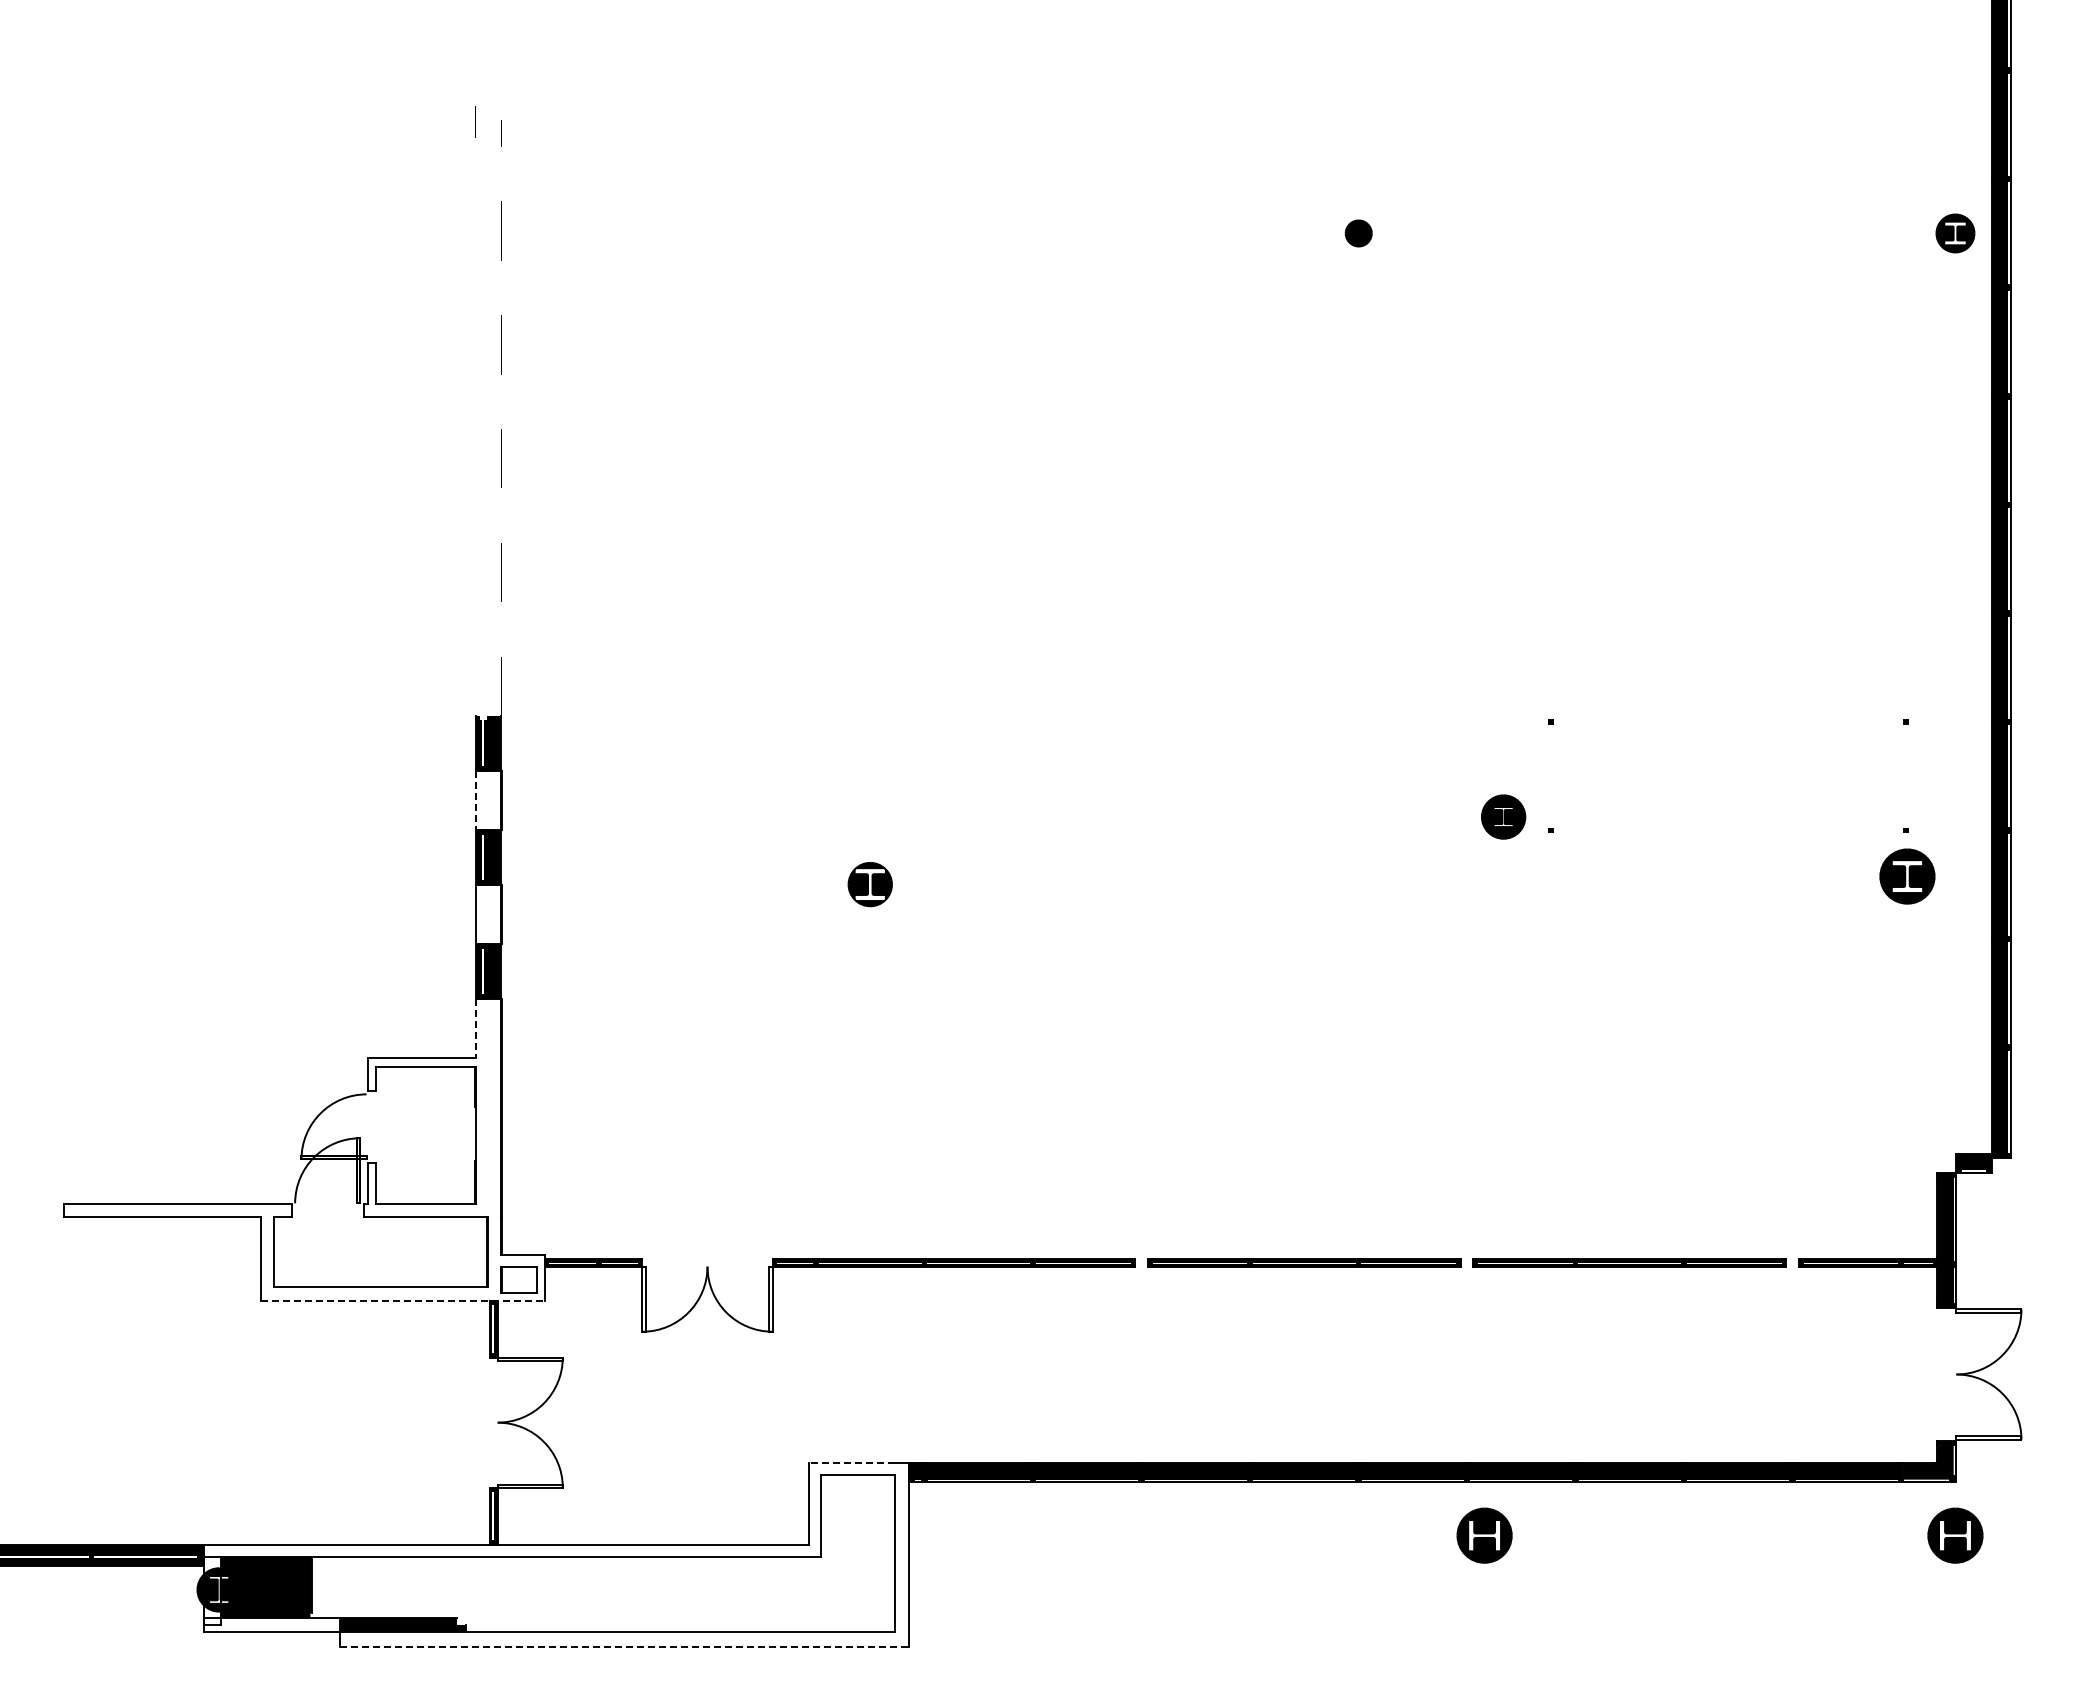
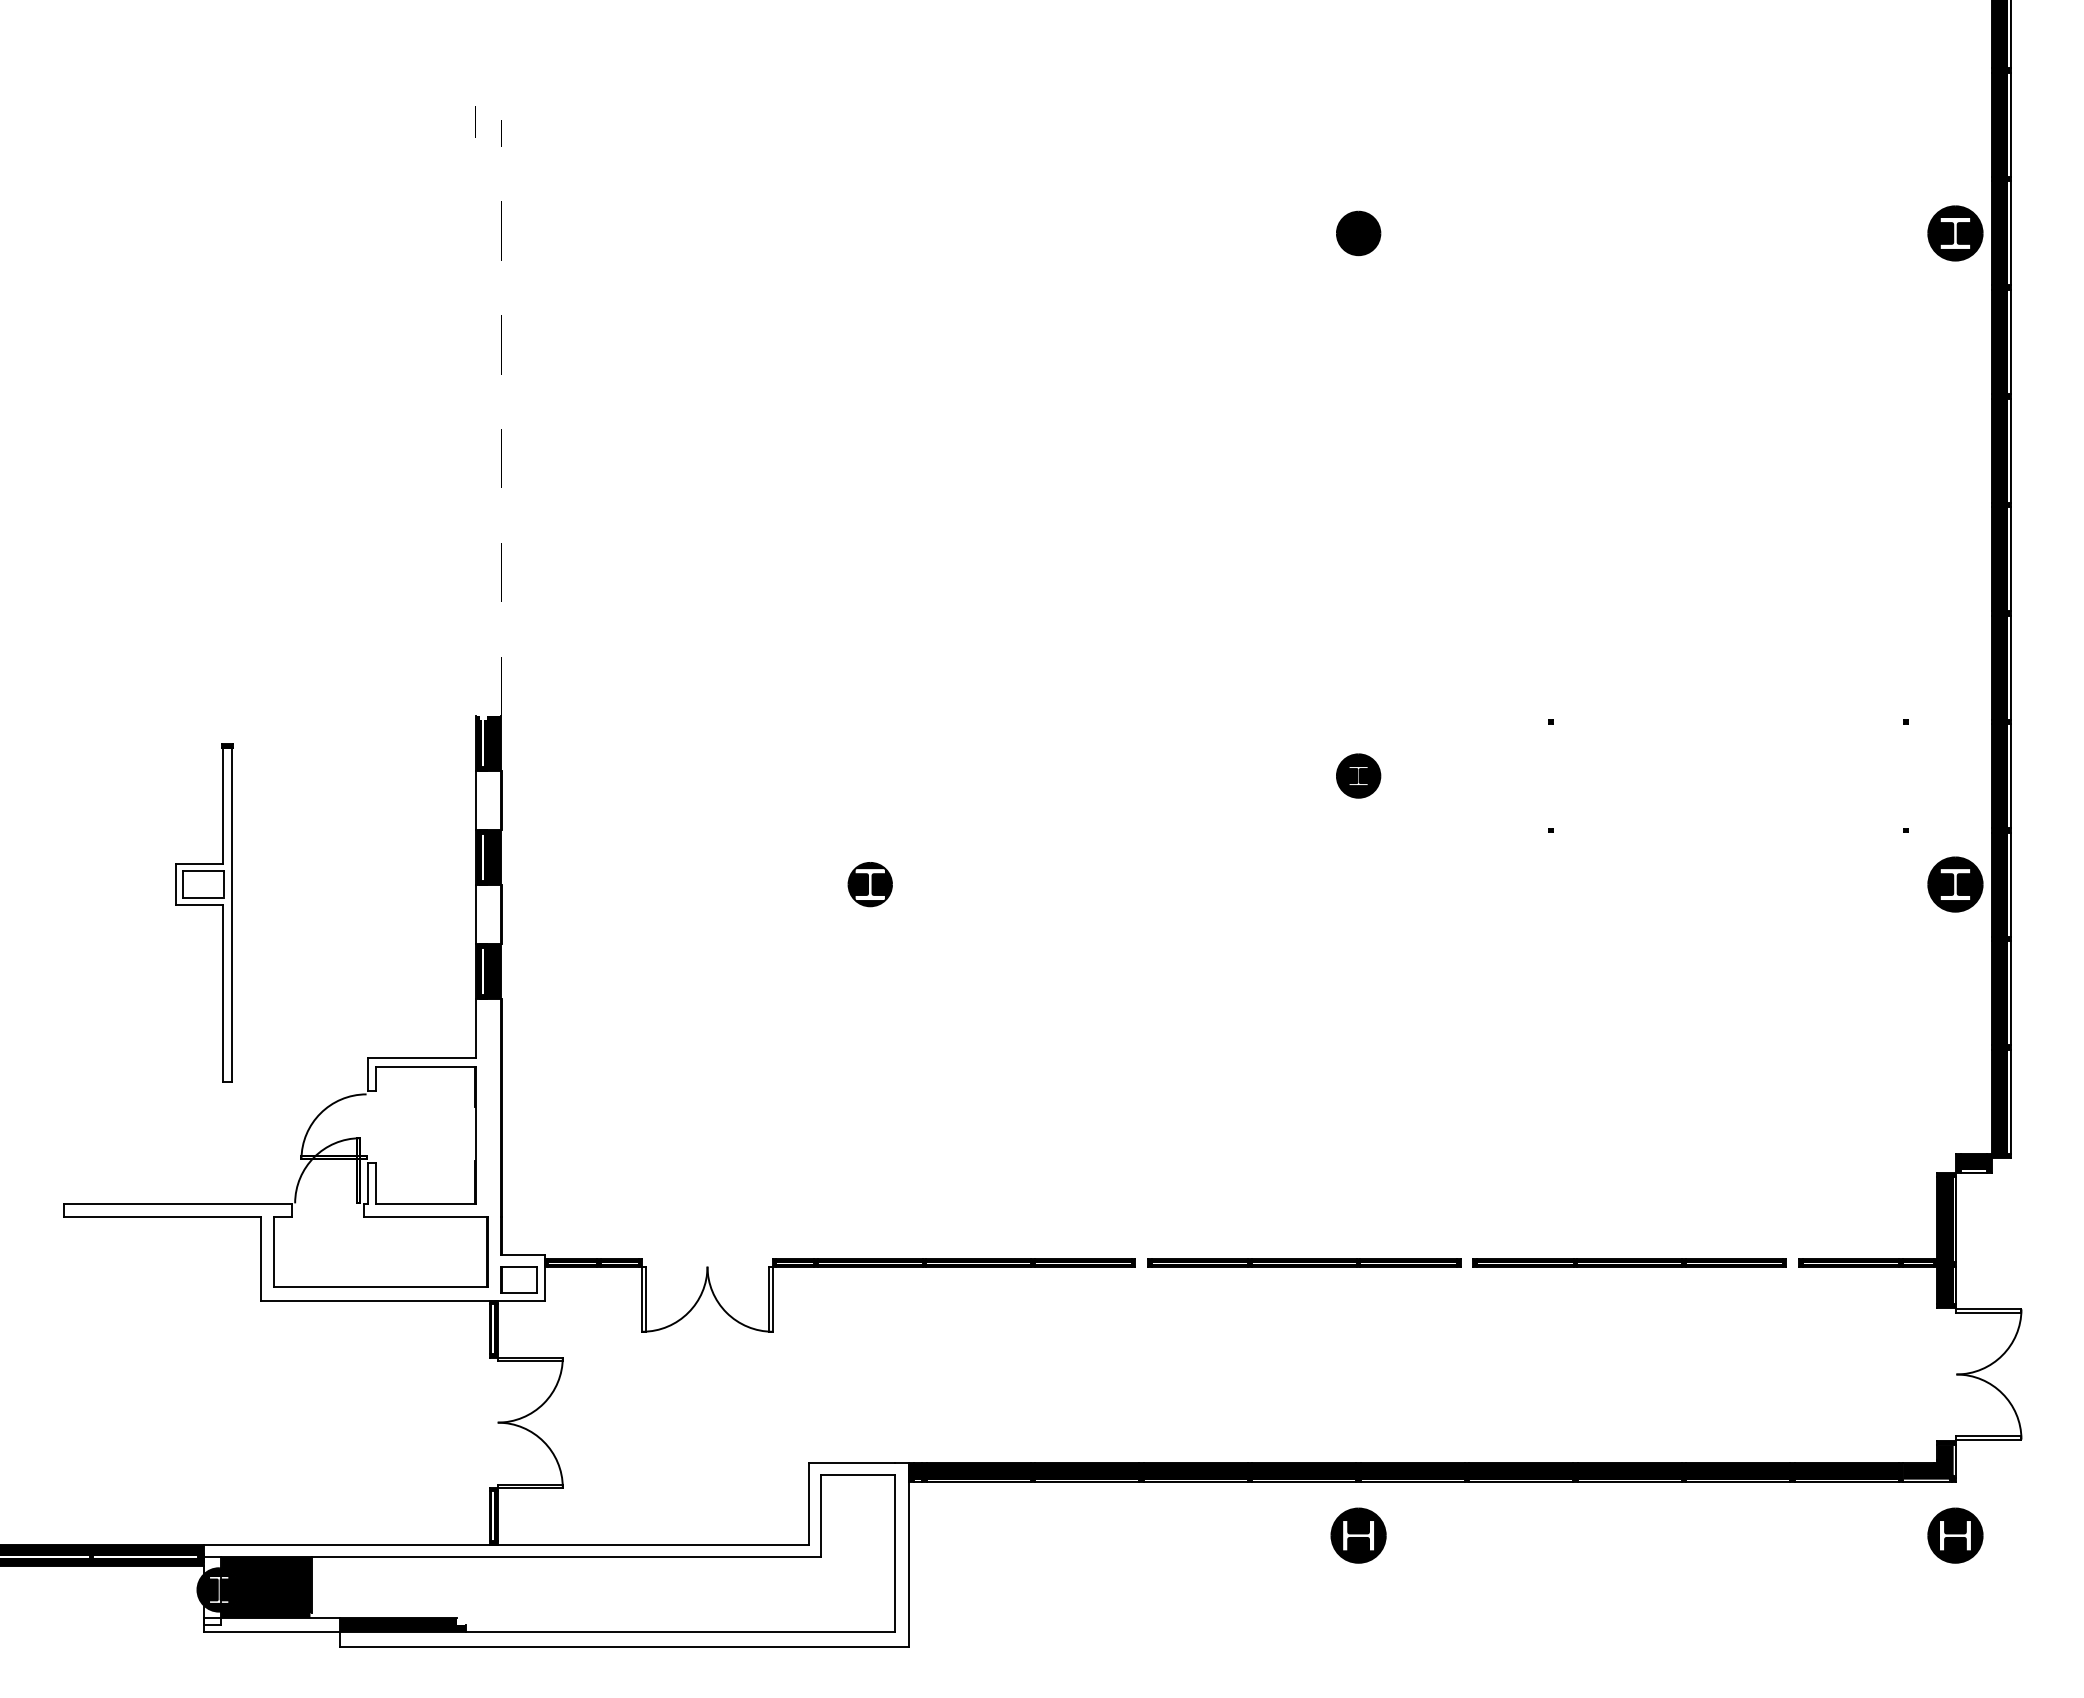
part at (1358, 233) size: 29x29 px -> 46x47 px
part at (1955, 233) size: 41x41 px -> 57x57 px
line at (476, 800): dashed -> solid
part at (1503, 816) position: (1503, 816) -> (1358, 775)
part at (1907, 876) position: (1907, 876) -> (1955, 884)
part at (204, 905): none -> present
line at (476, 1028): dashed -> solid
line at (402, 1300): dashed -> solid
line at (851, 1463): dashed -> solid
part at (1484, 1535) position: (1484, 1535) -> (1358, 1535)
line at (625, 1646): dashed -> solid
